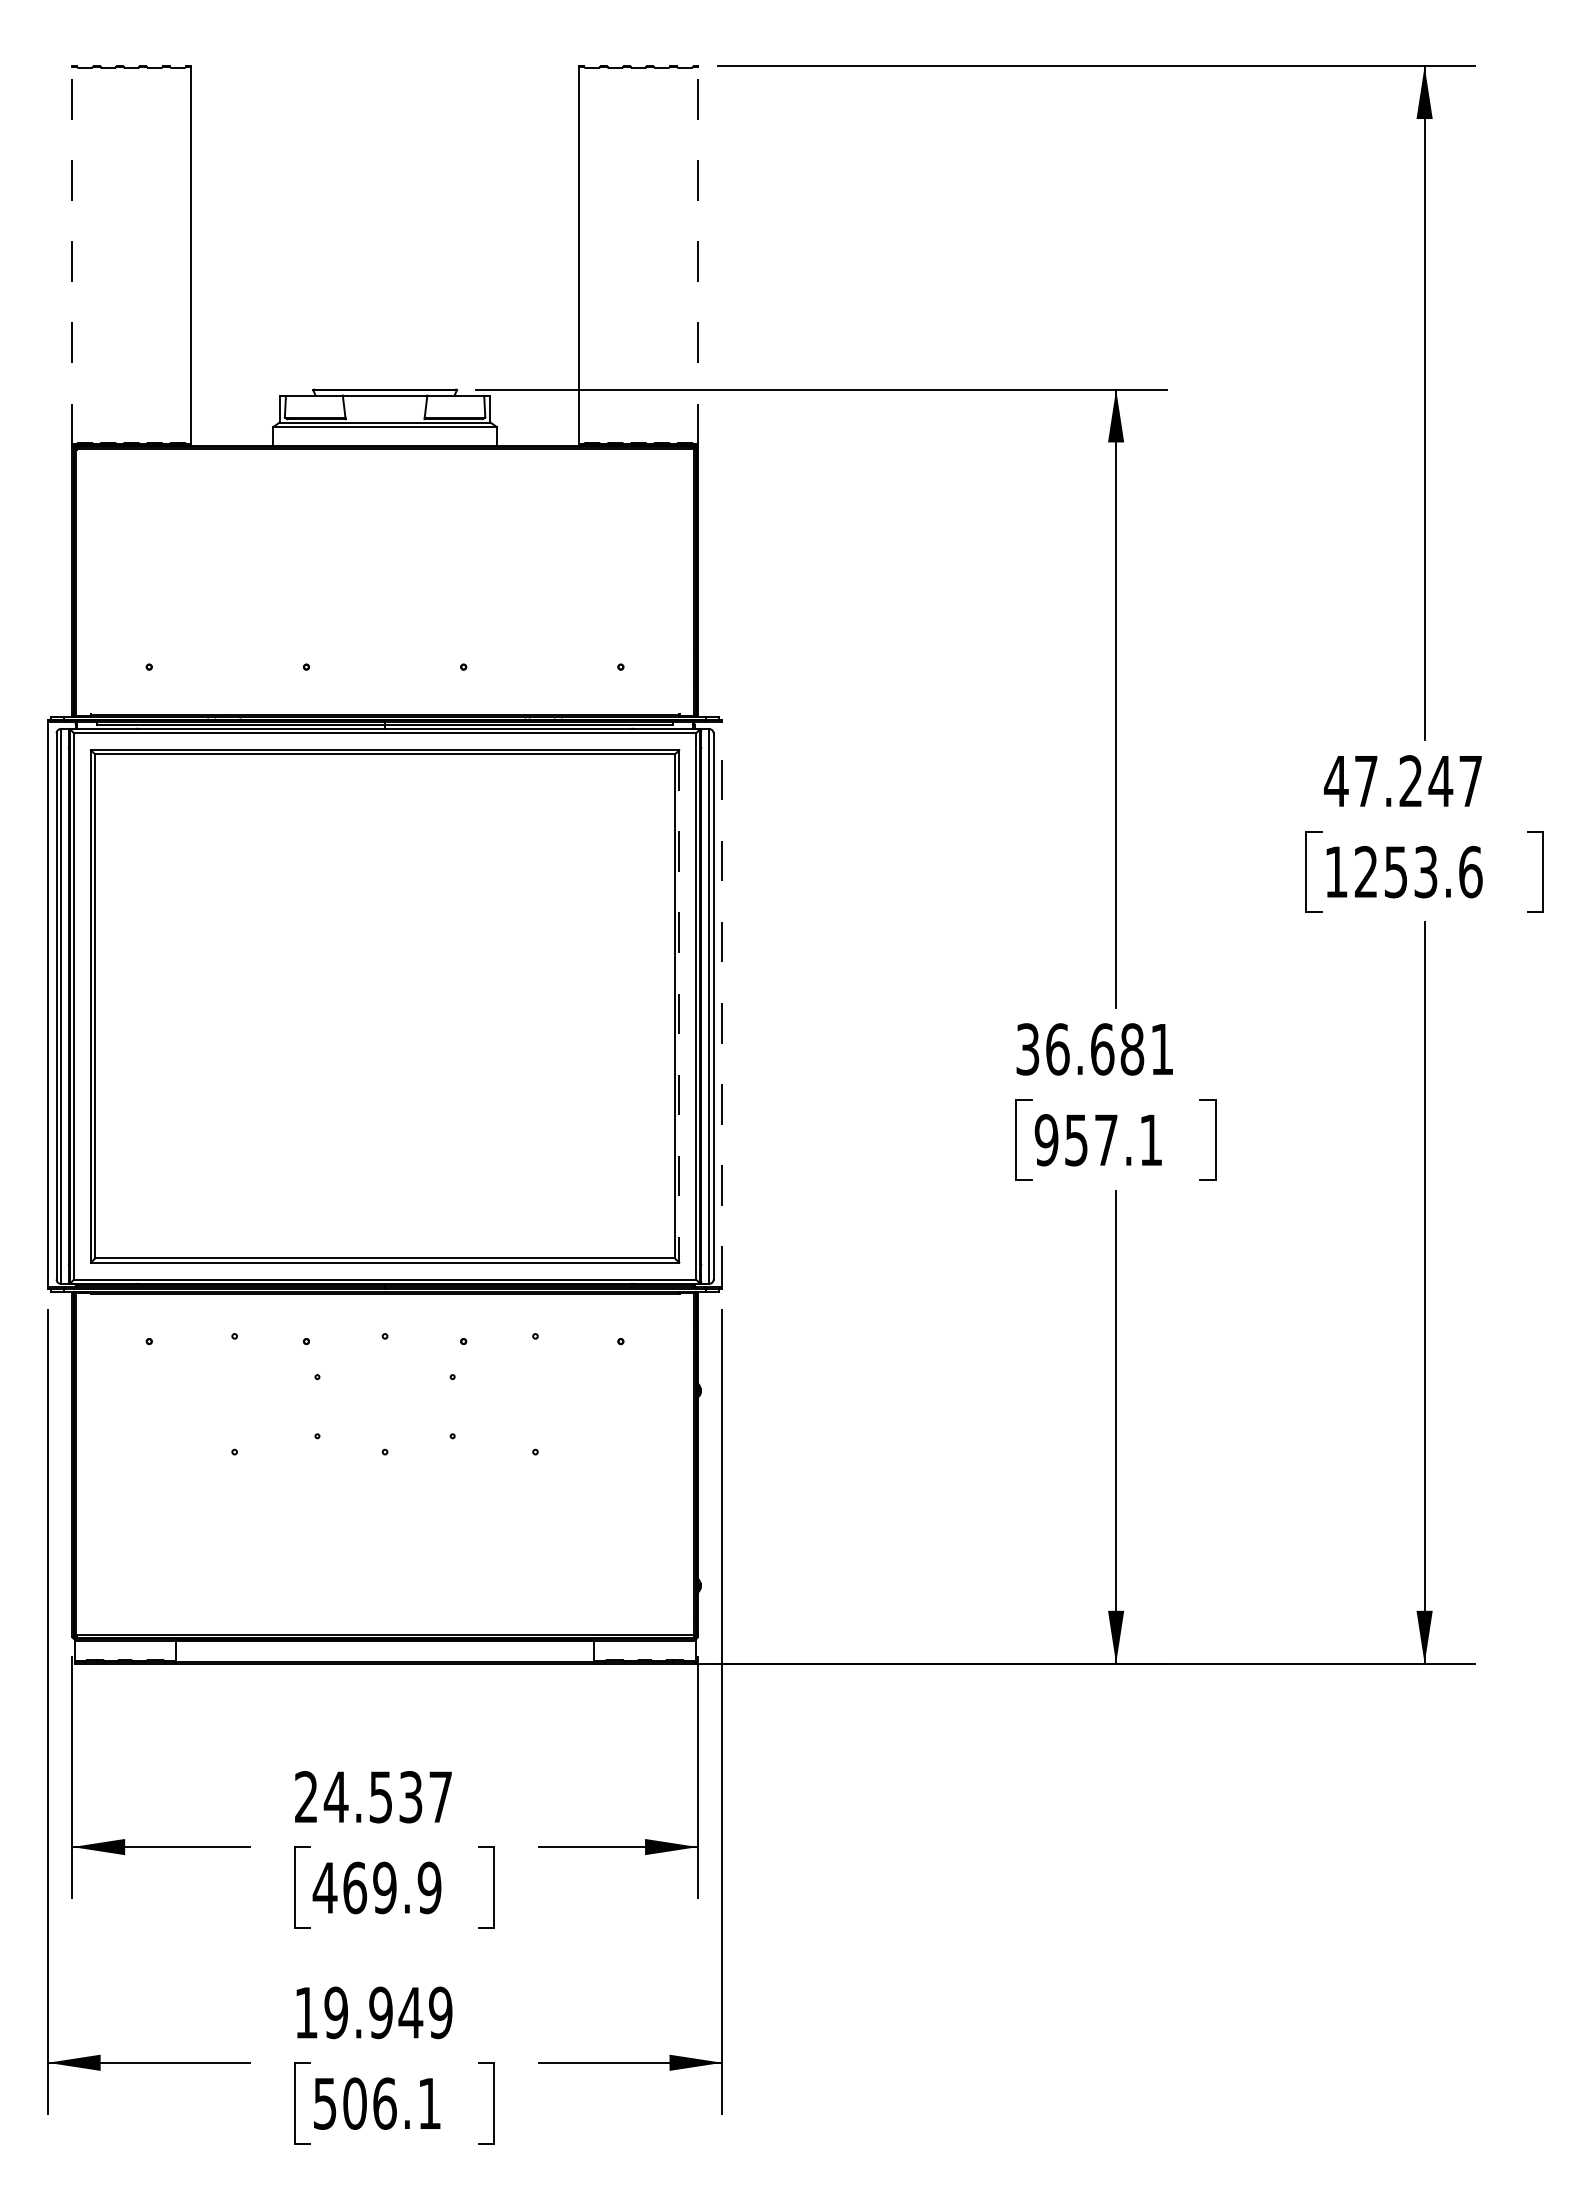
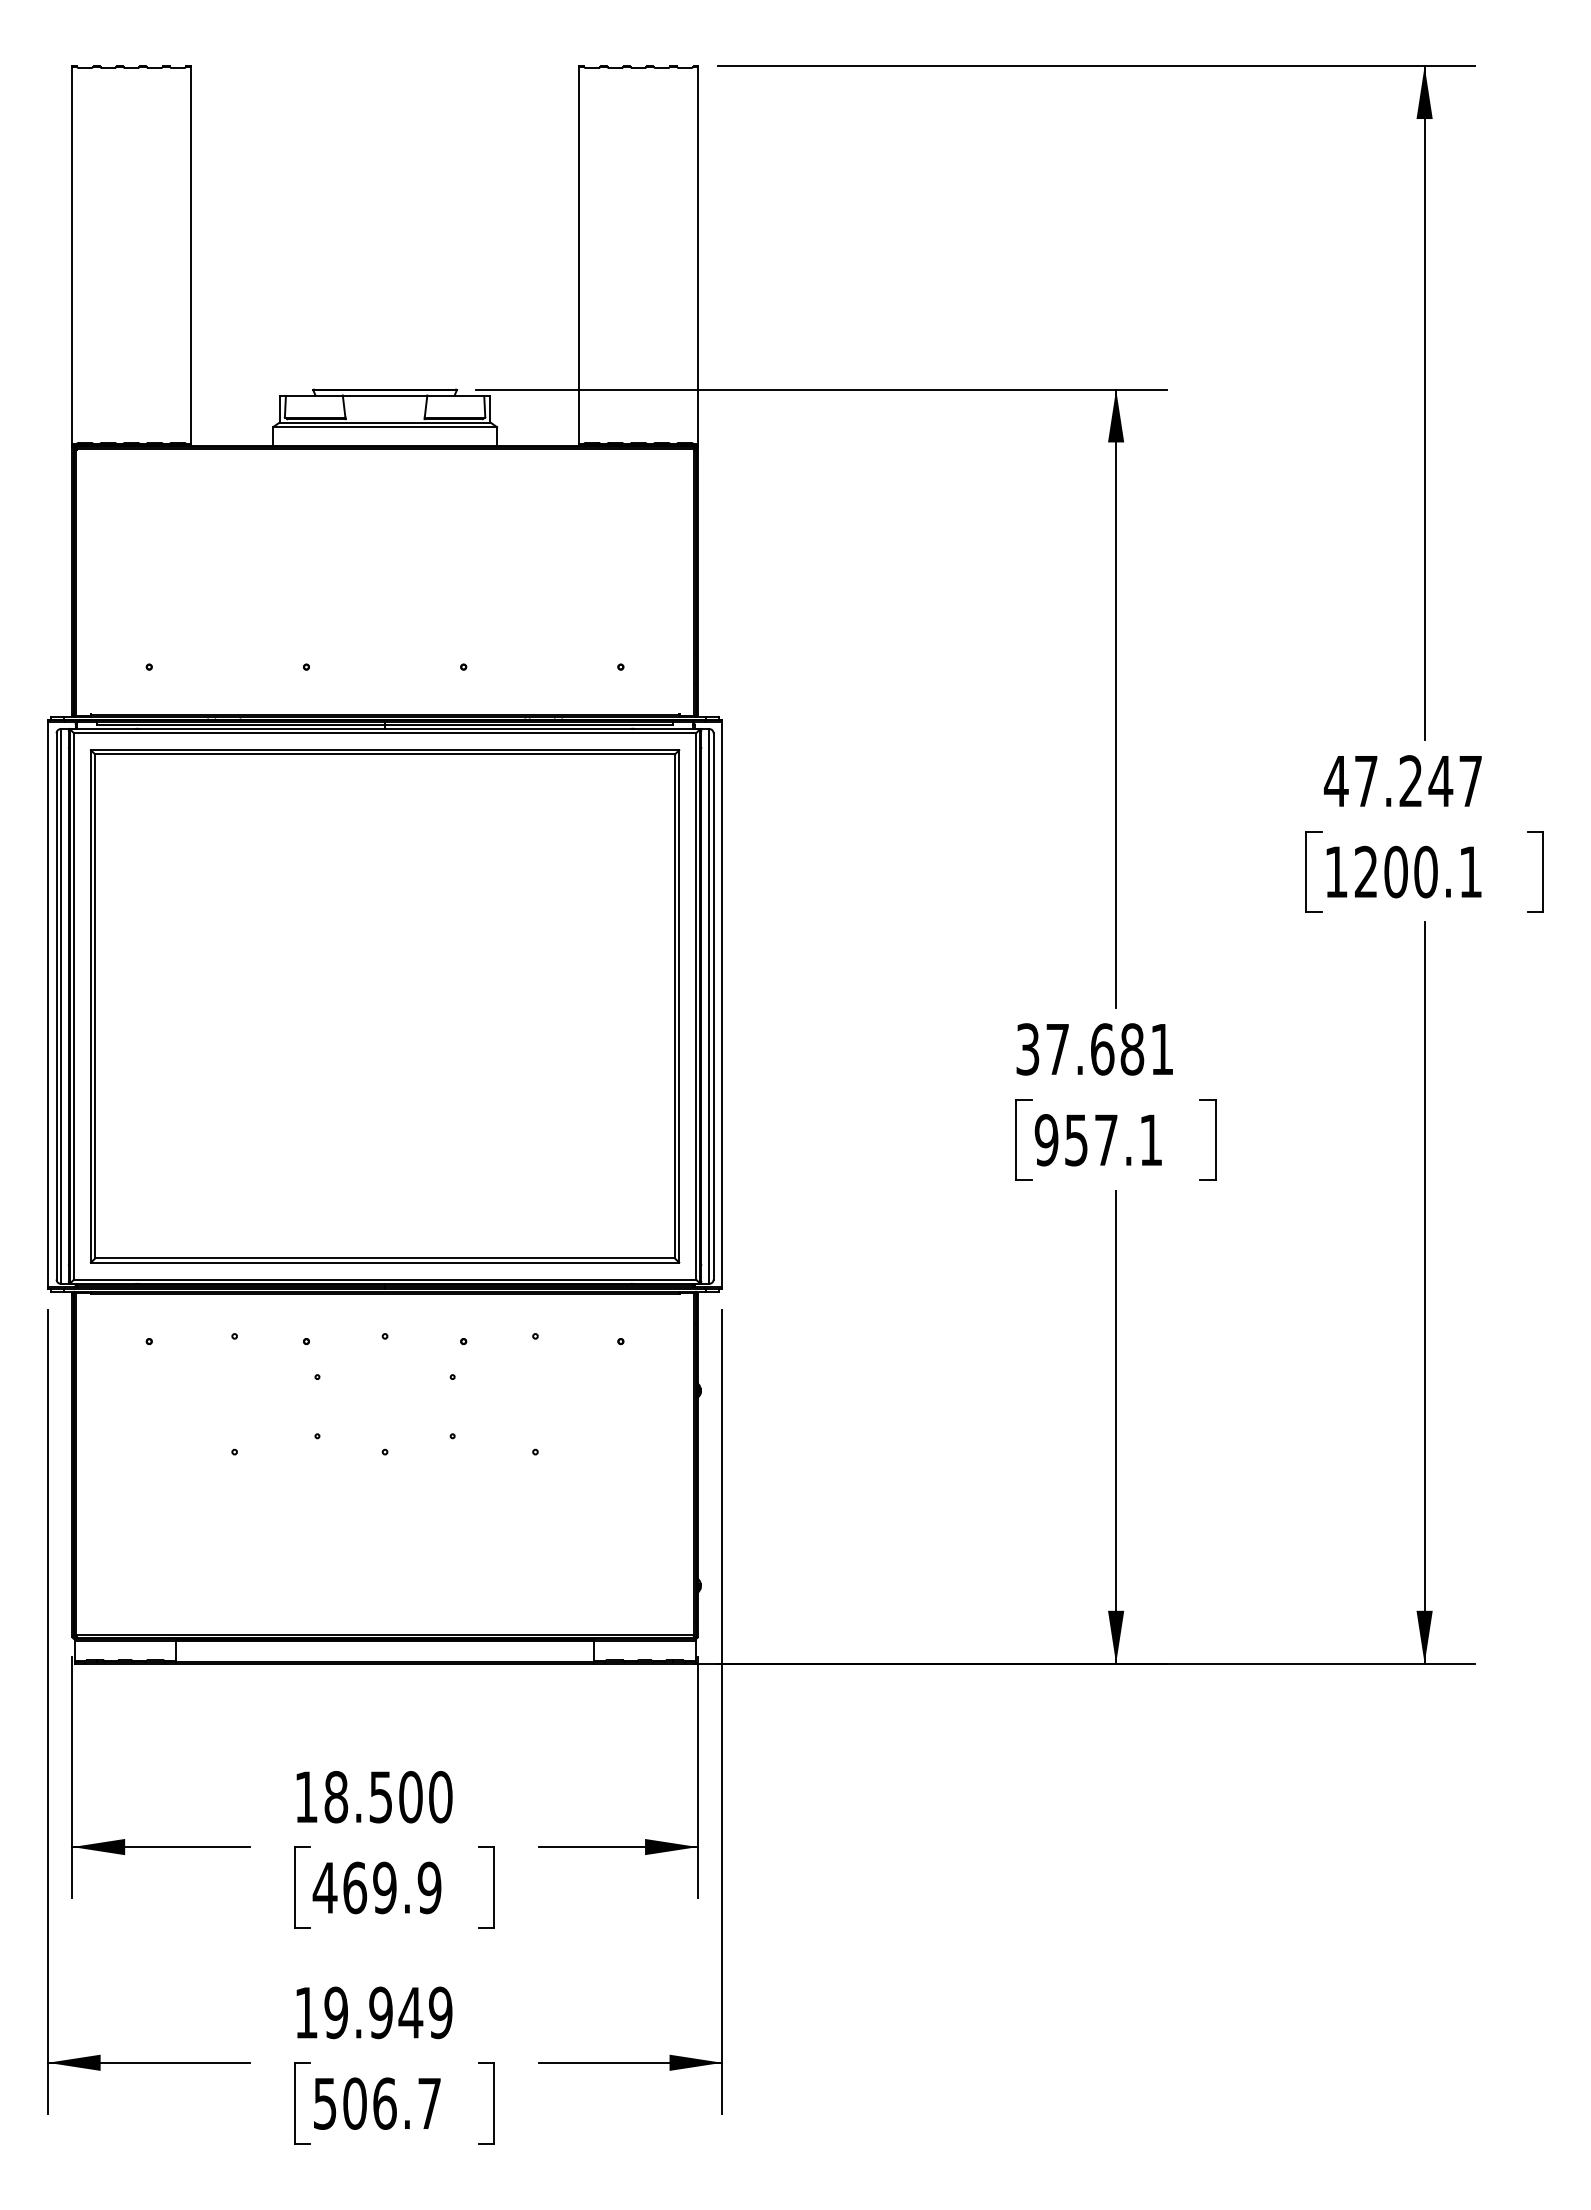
line at (72, 255): dashed -> solid
line at (697, 255): dashed -> solid
text at (1433, 871): 1253.6 -> 1200.1
line at (722, 1004): dashed -> solid
line at (679, 1006): dashed -> solid
text at (1057, 1049): 36.681 -> 37.681
text at (373, 1797): 24.537 -> 18.500
text at (429, 2103): 506.1 -> 506.7
